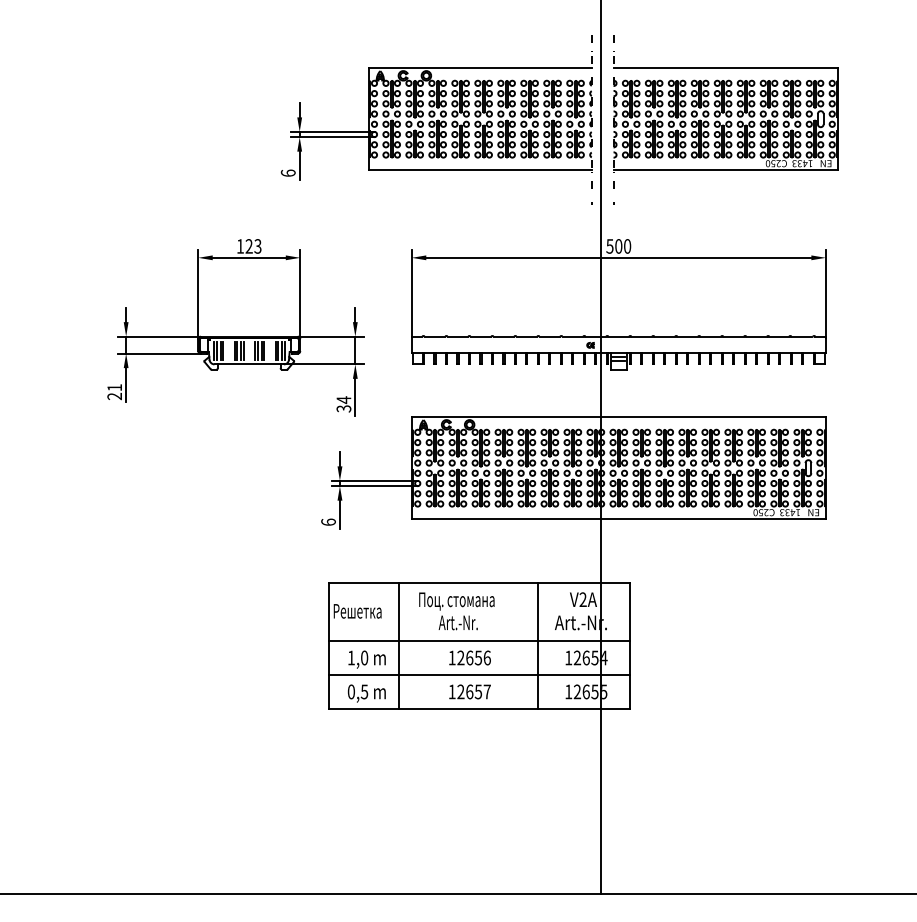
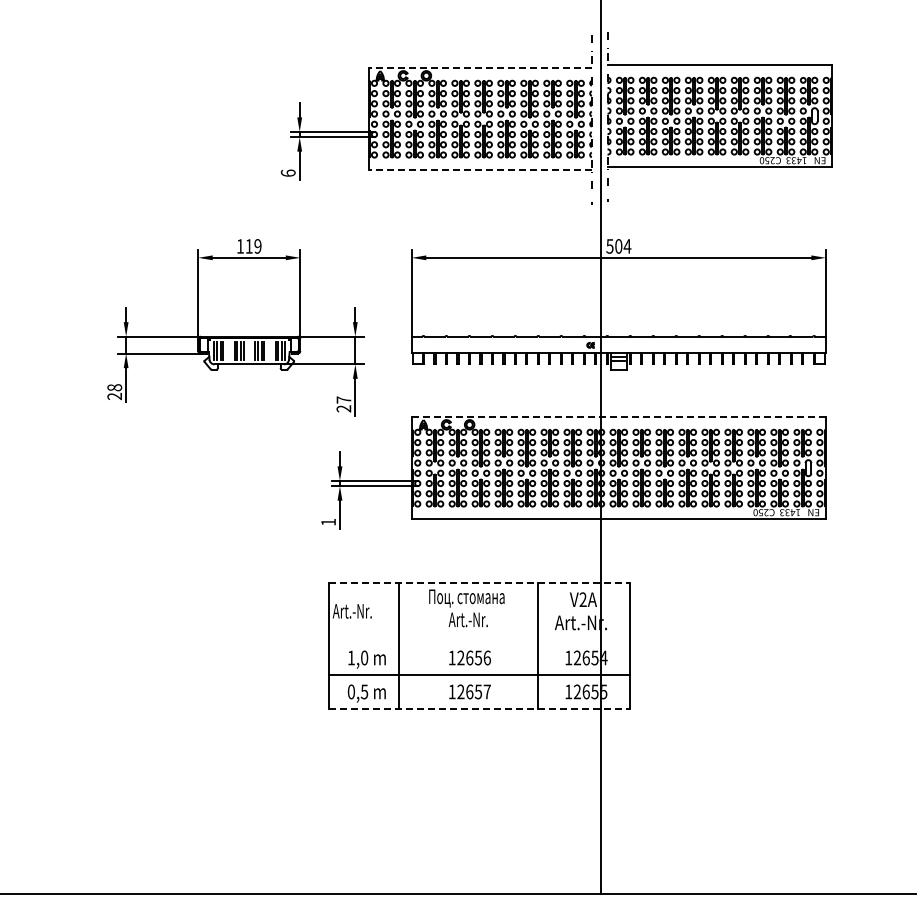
line at (480, 68): solid -> dashed
part at (725, 119) position: (725, 119) -> (719, 116)
line at (480, 170): solid -> dashed
text at (253, 246): 123 -> 119
text at (627, 246): 500 -> 504
text at (114, 387): 21 -> 28
text at (343, 404): 34 -> 27
line at (618, 417): solid -> dashed
text at (328, 521): 6 -> 1
line at (479, 583): solid -> dashed
text at (356, 611): Решетка -> Art.-Nr.
text at (456, 611) position: (456, 611) -> (466, 608)
line at (478, 641): present -> none
line at (479, 709): solid -> dashed
